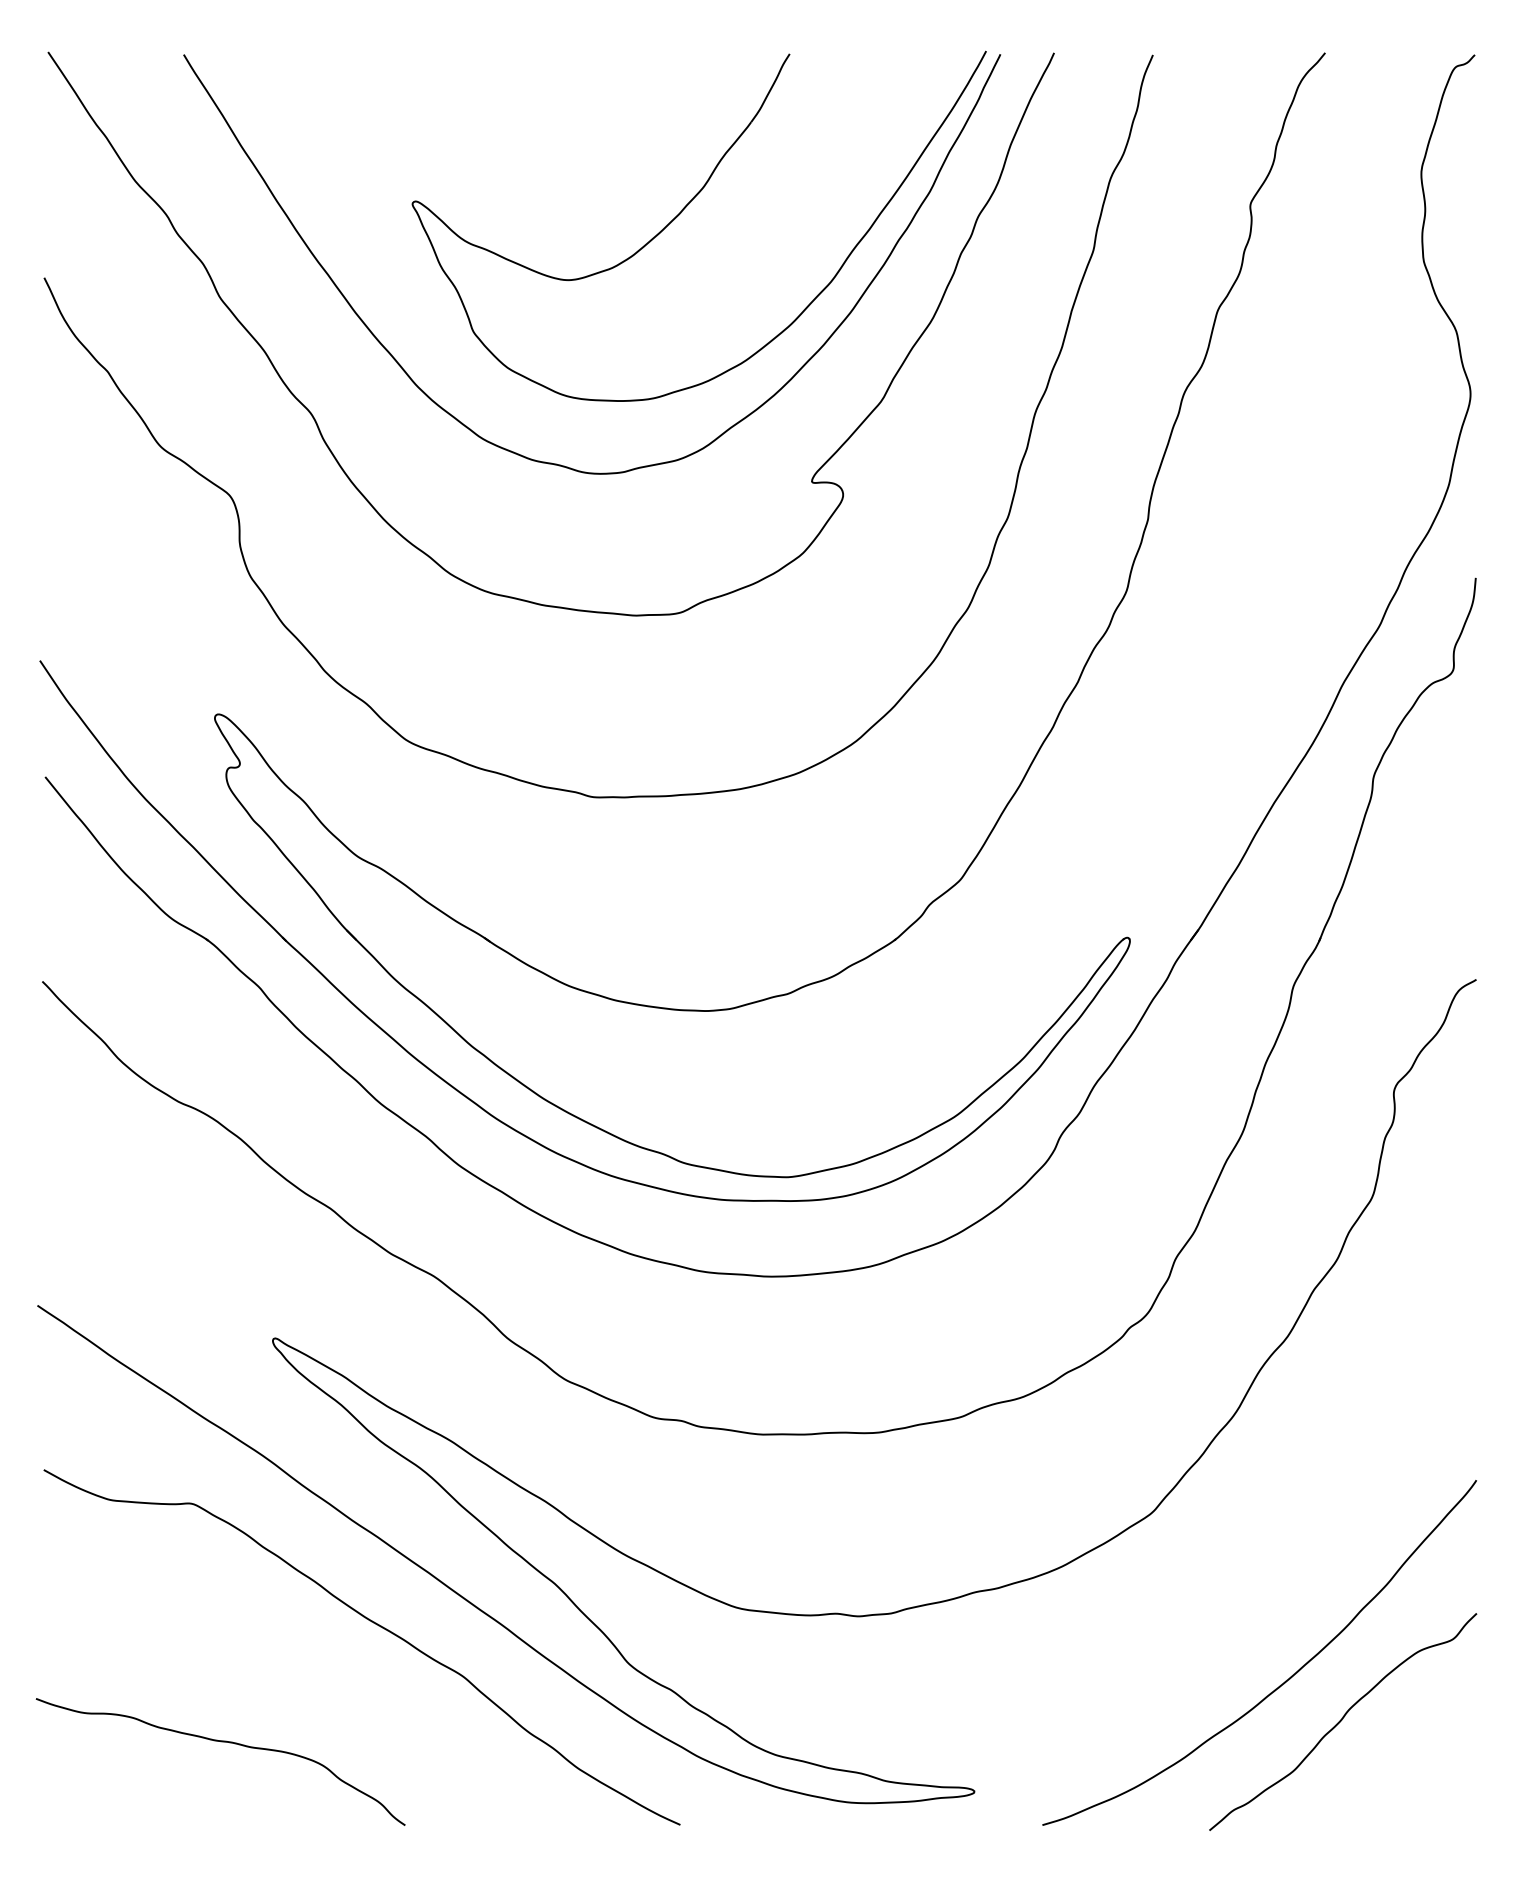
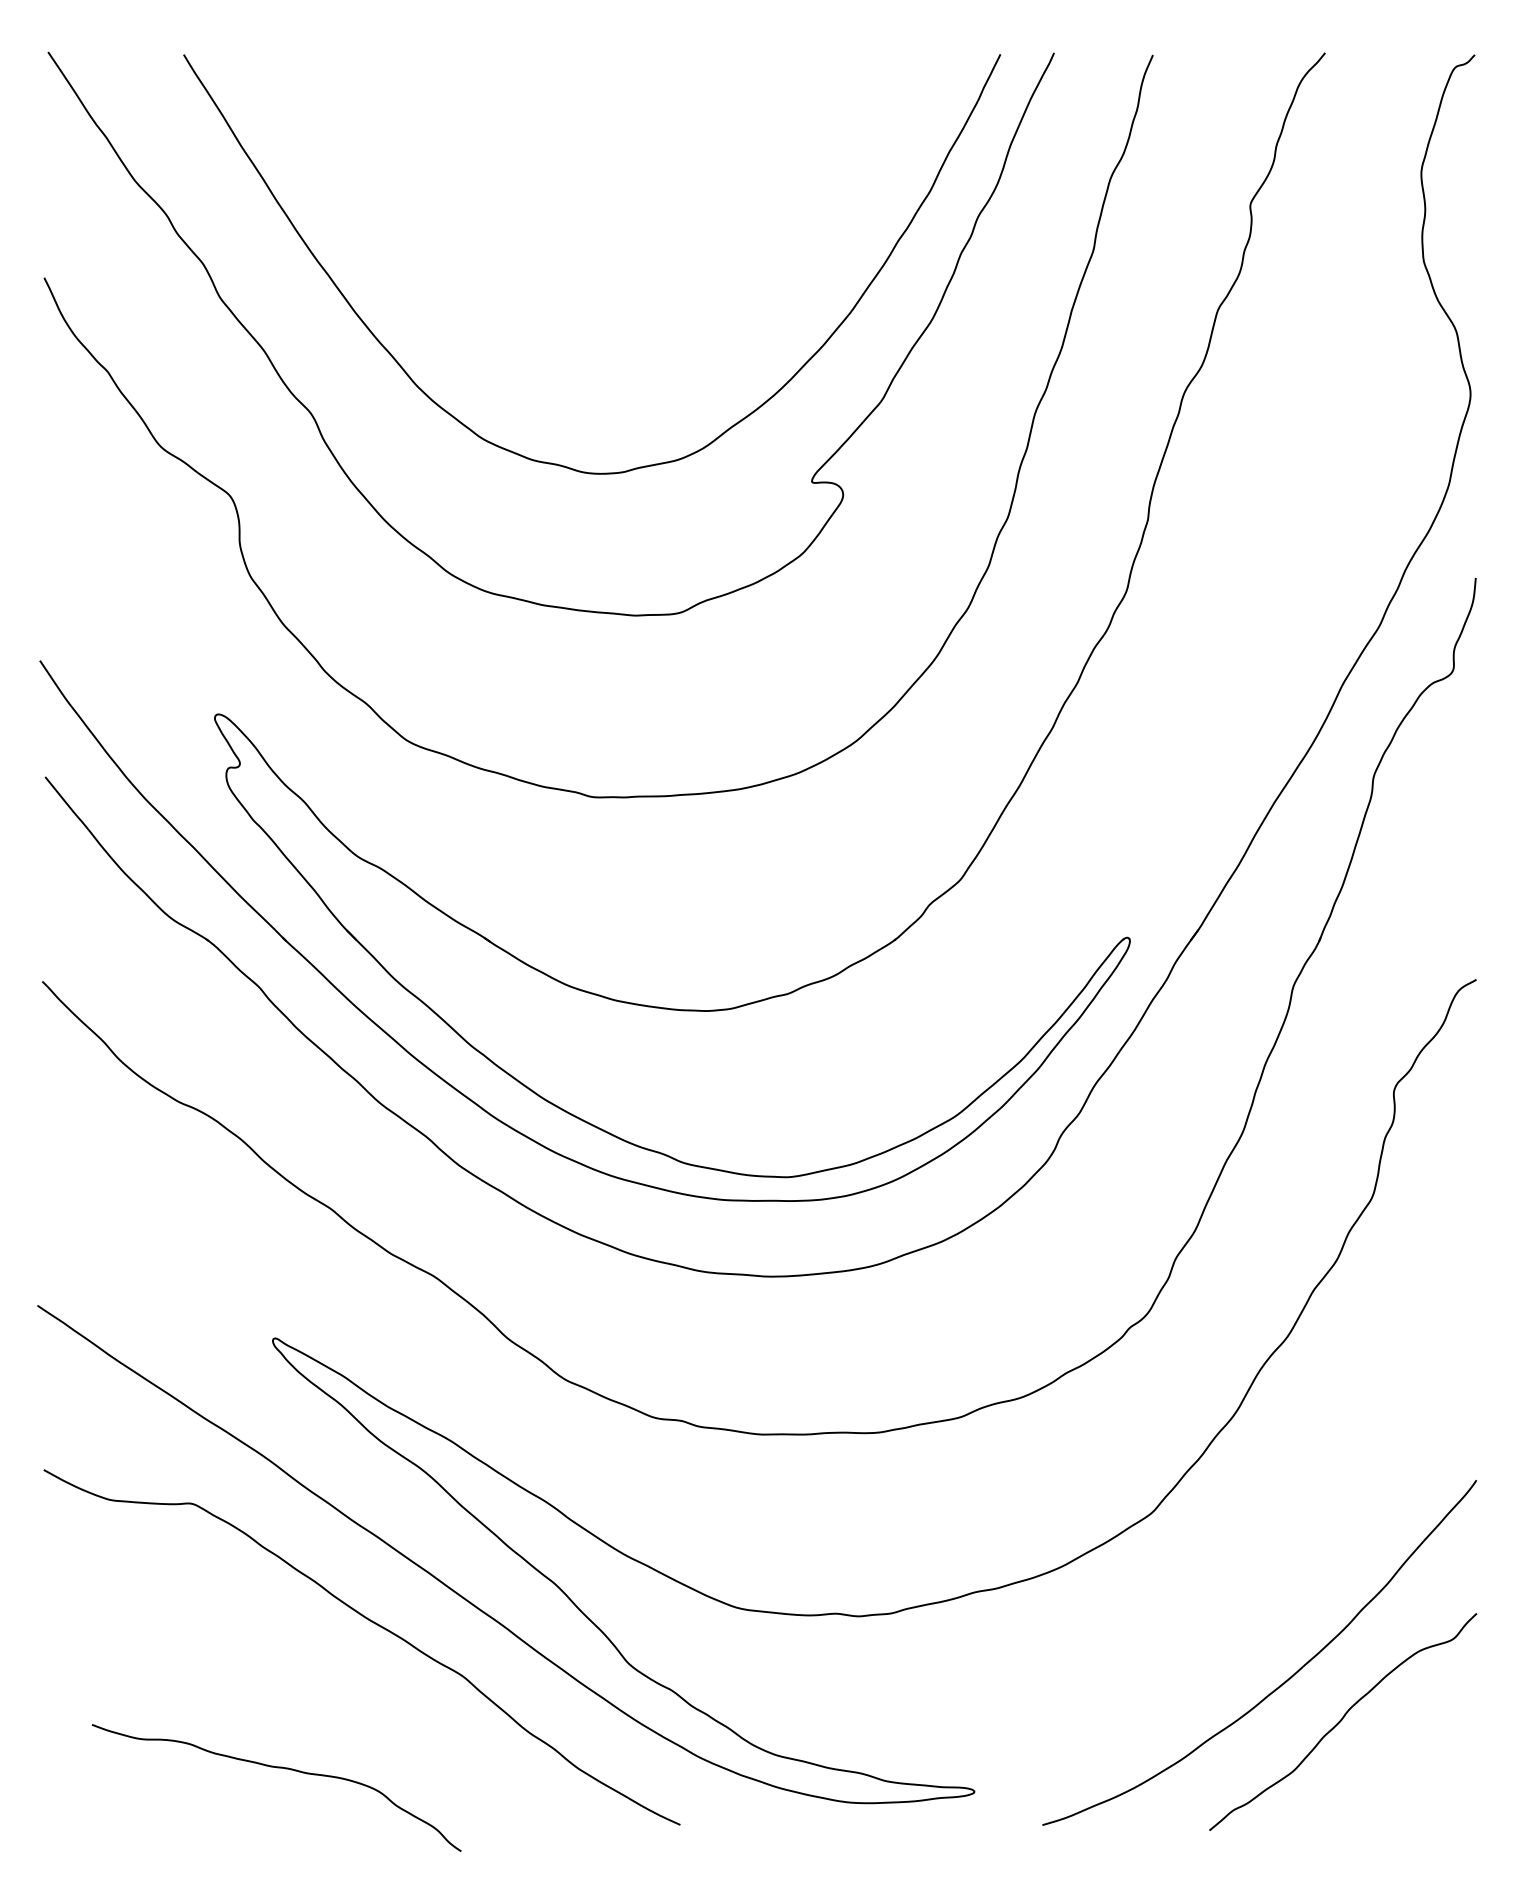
part at (681, 213): present -> none
curve at (220, 1742) position: (220, 1742) -> (276, 1768)
